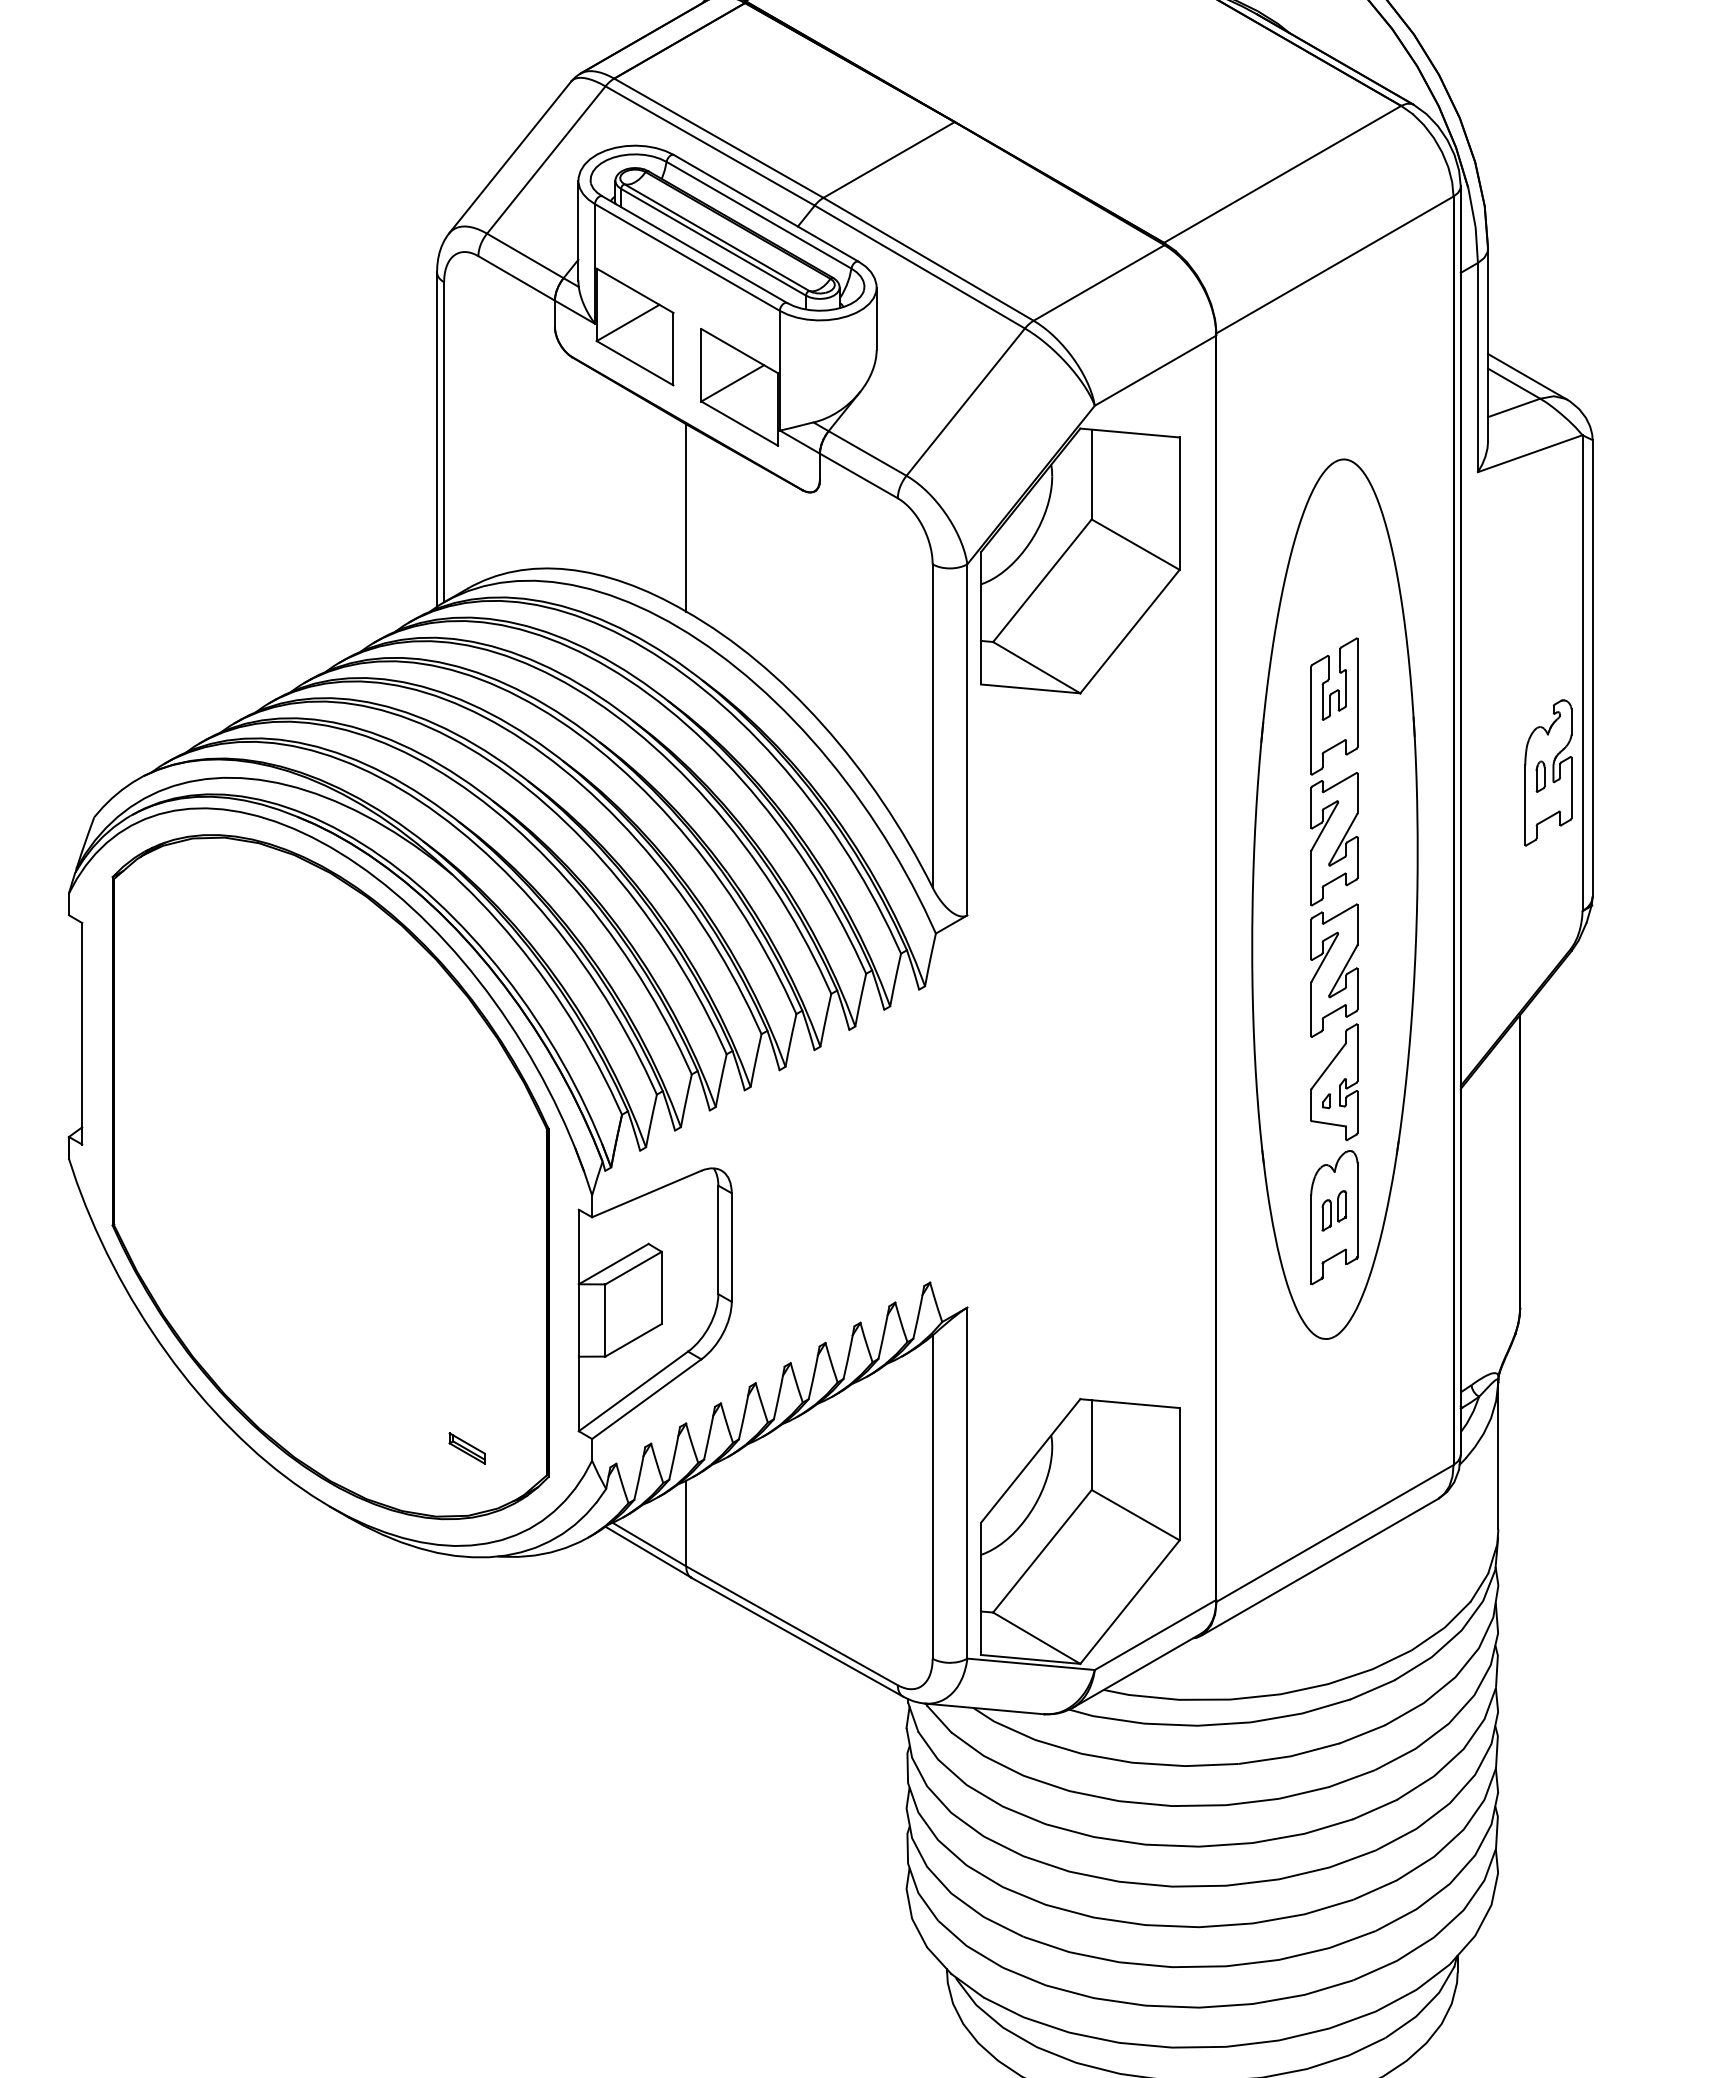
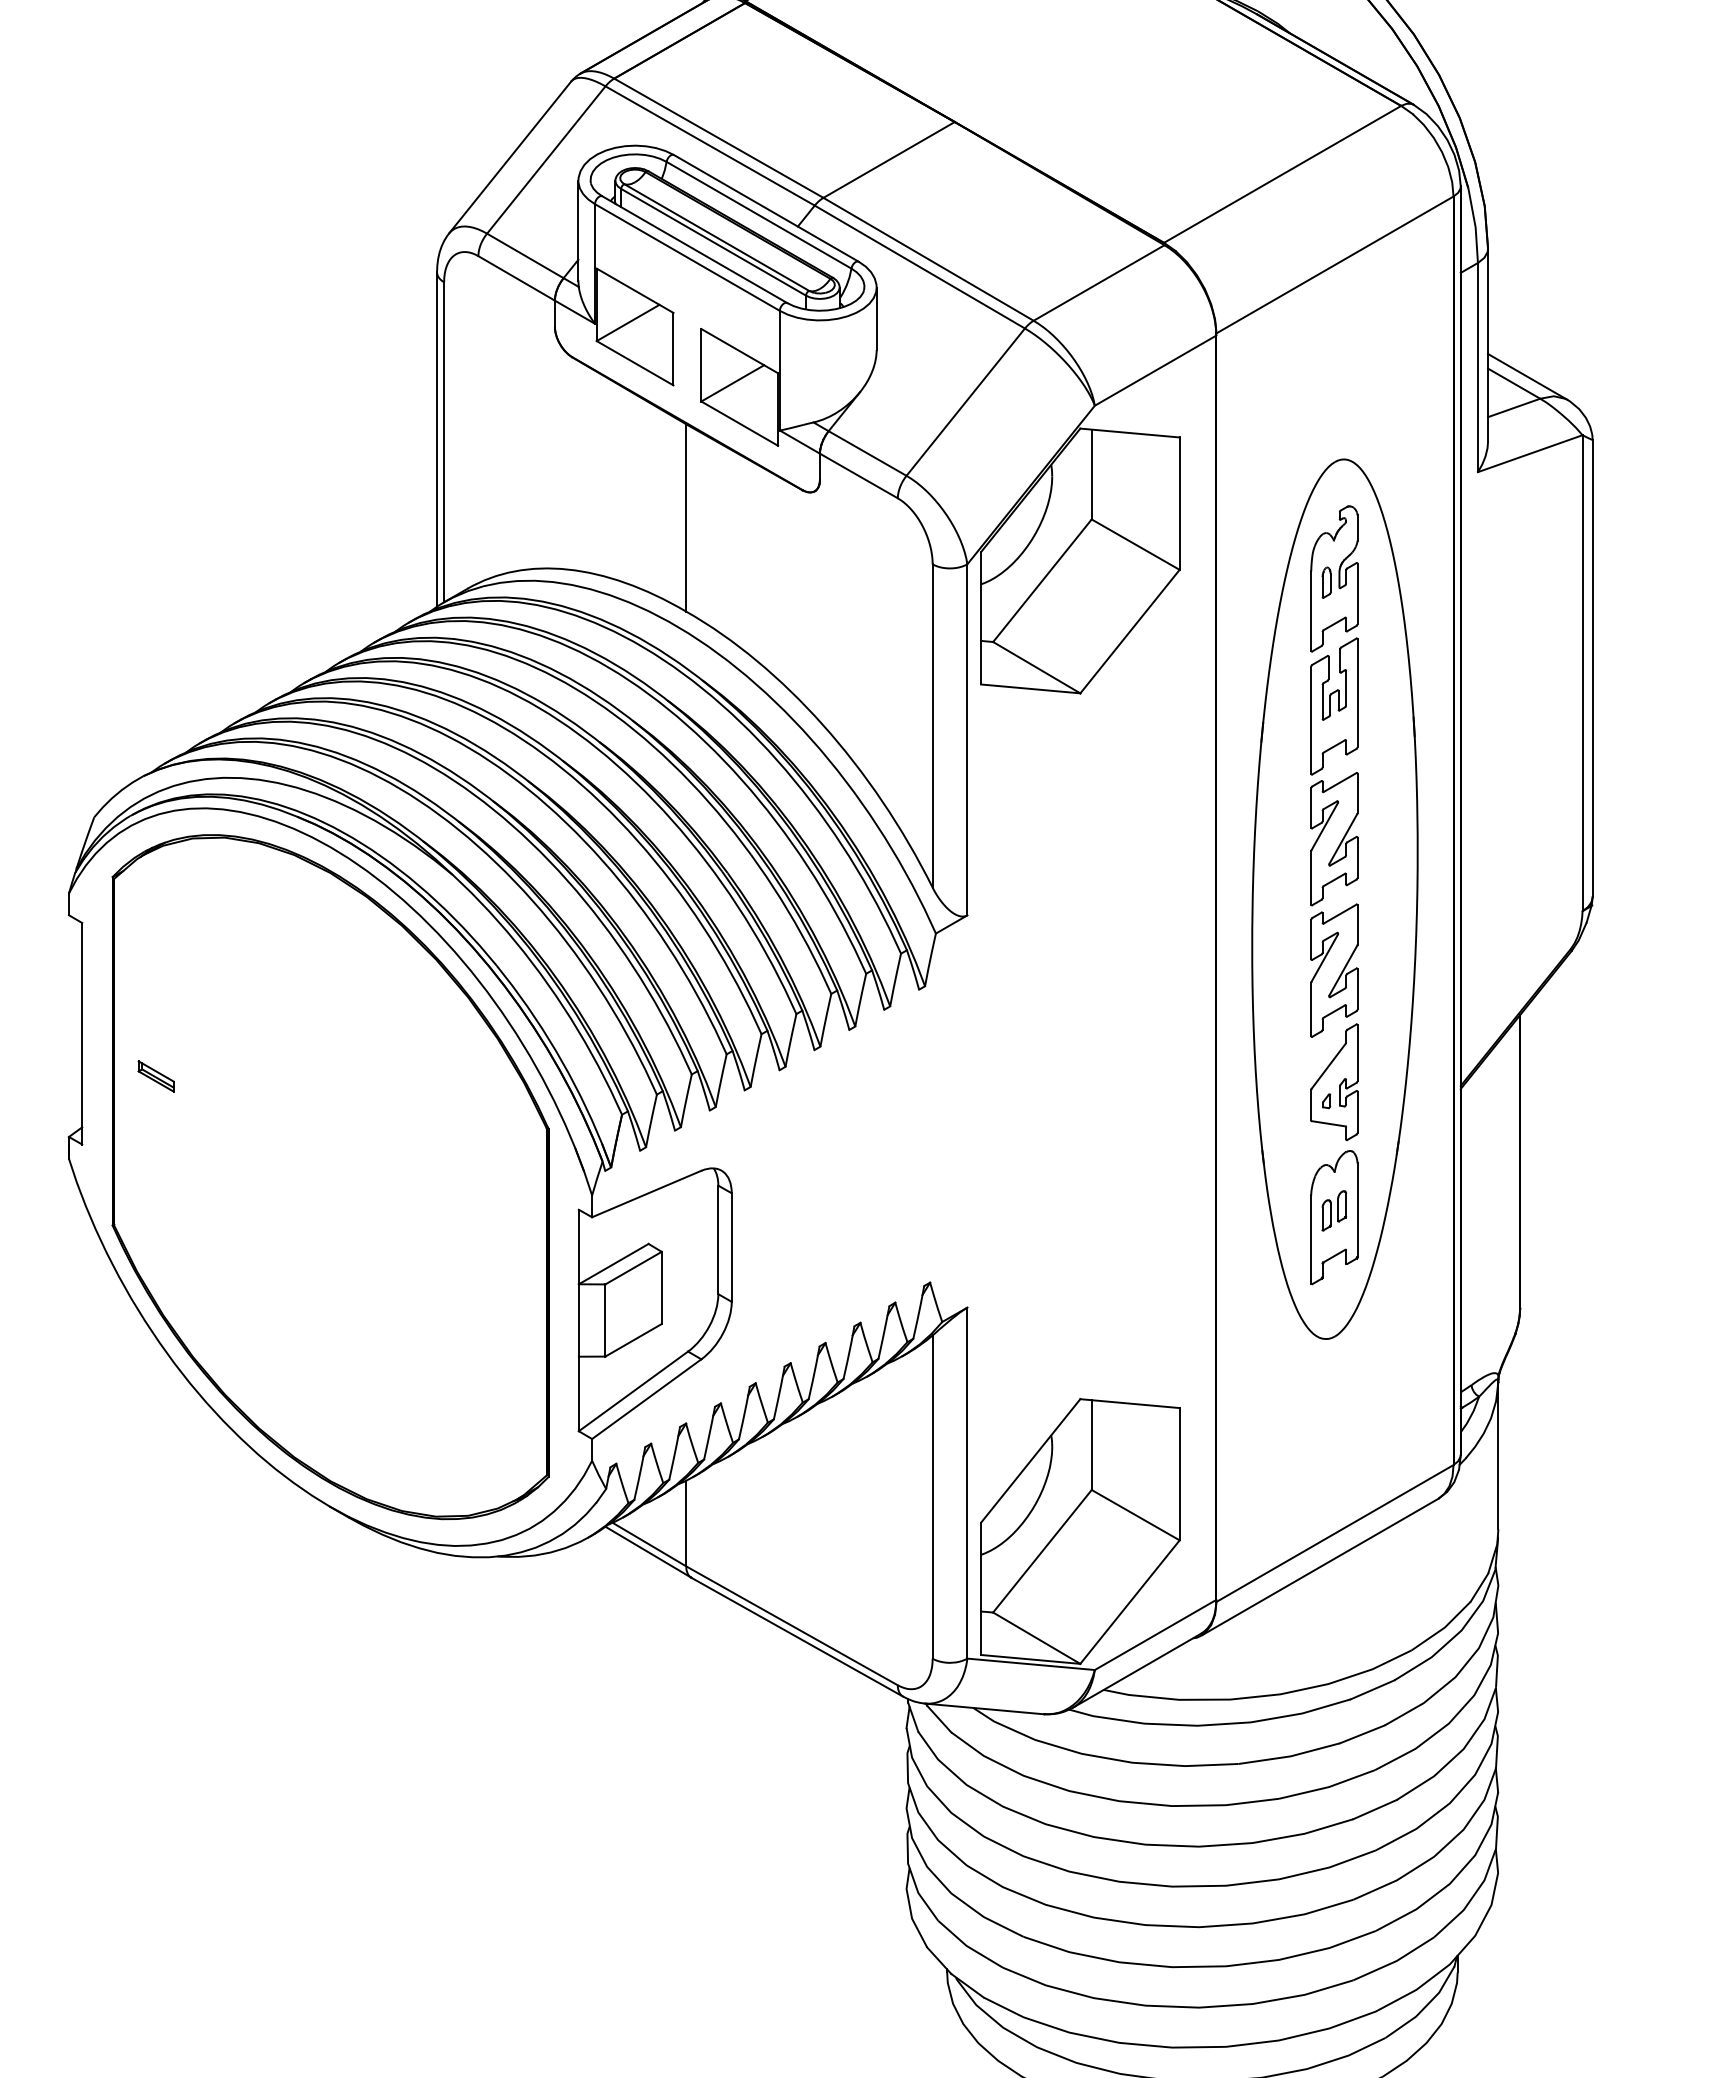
part at (1548, 772) position: (1548, 772) -> (1334, 578)
part at (466, 1448) position: (466, 1448) -> (155, 1076)
